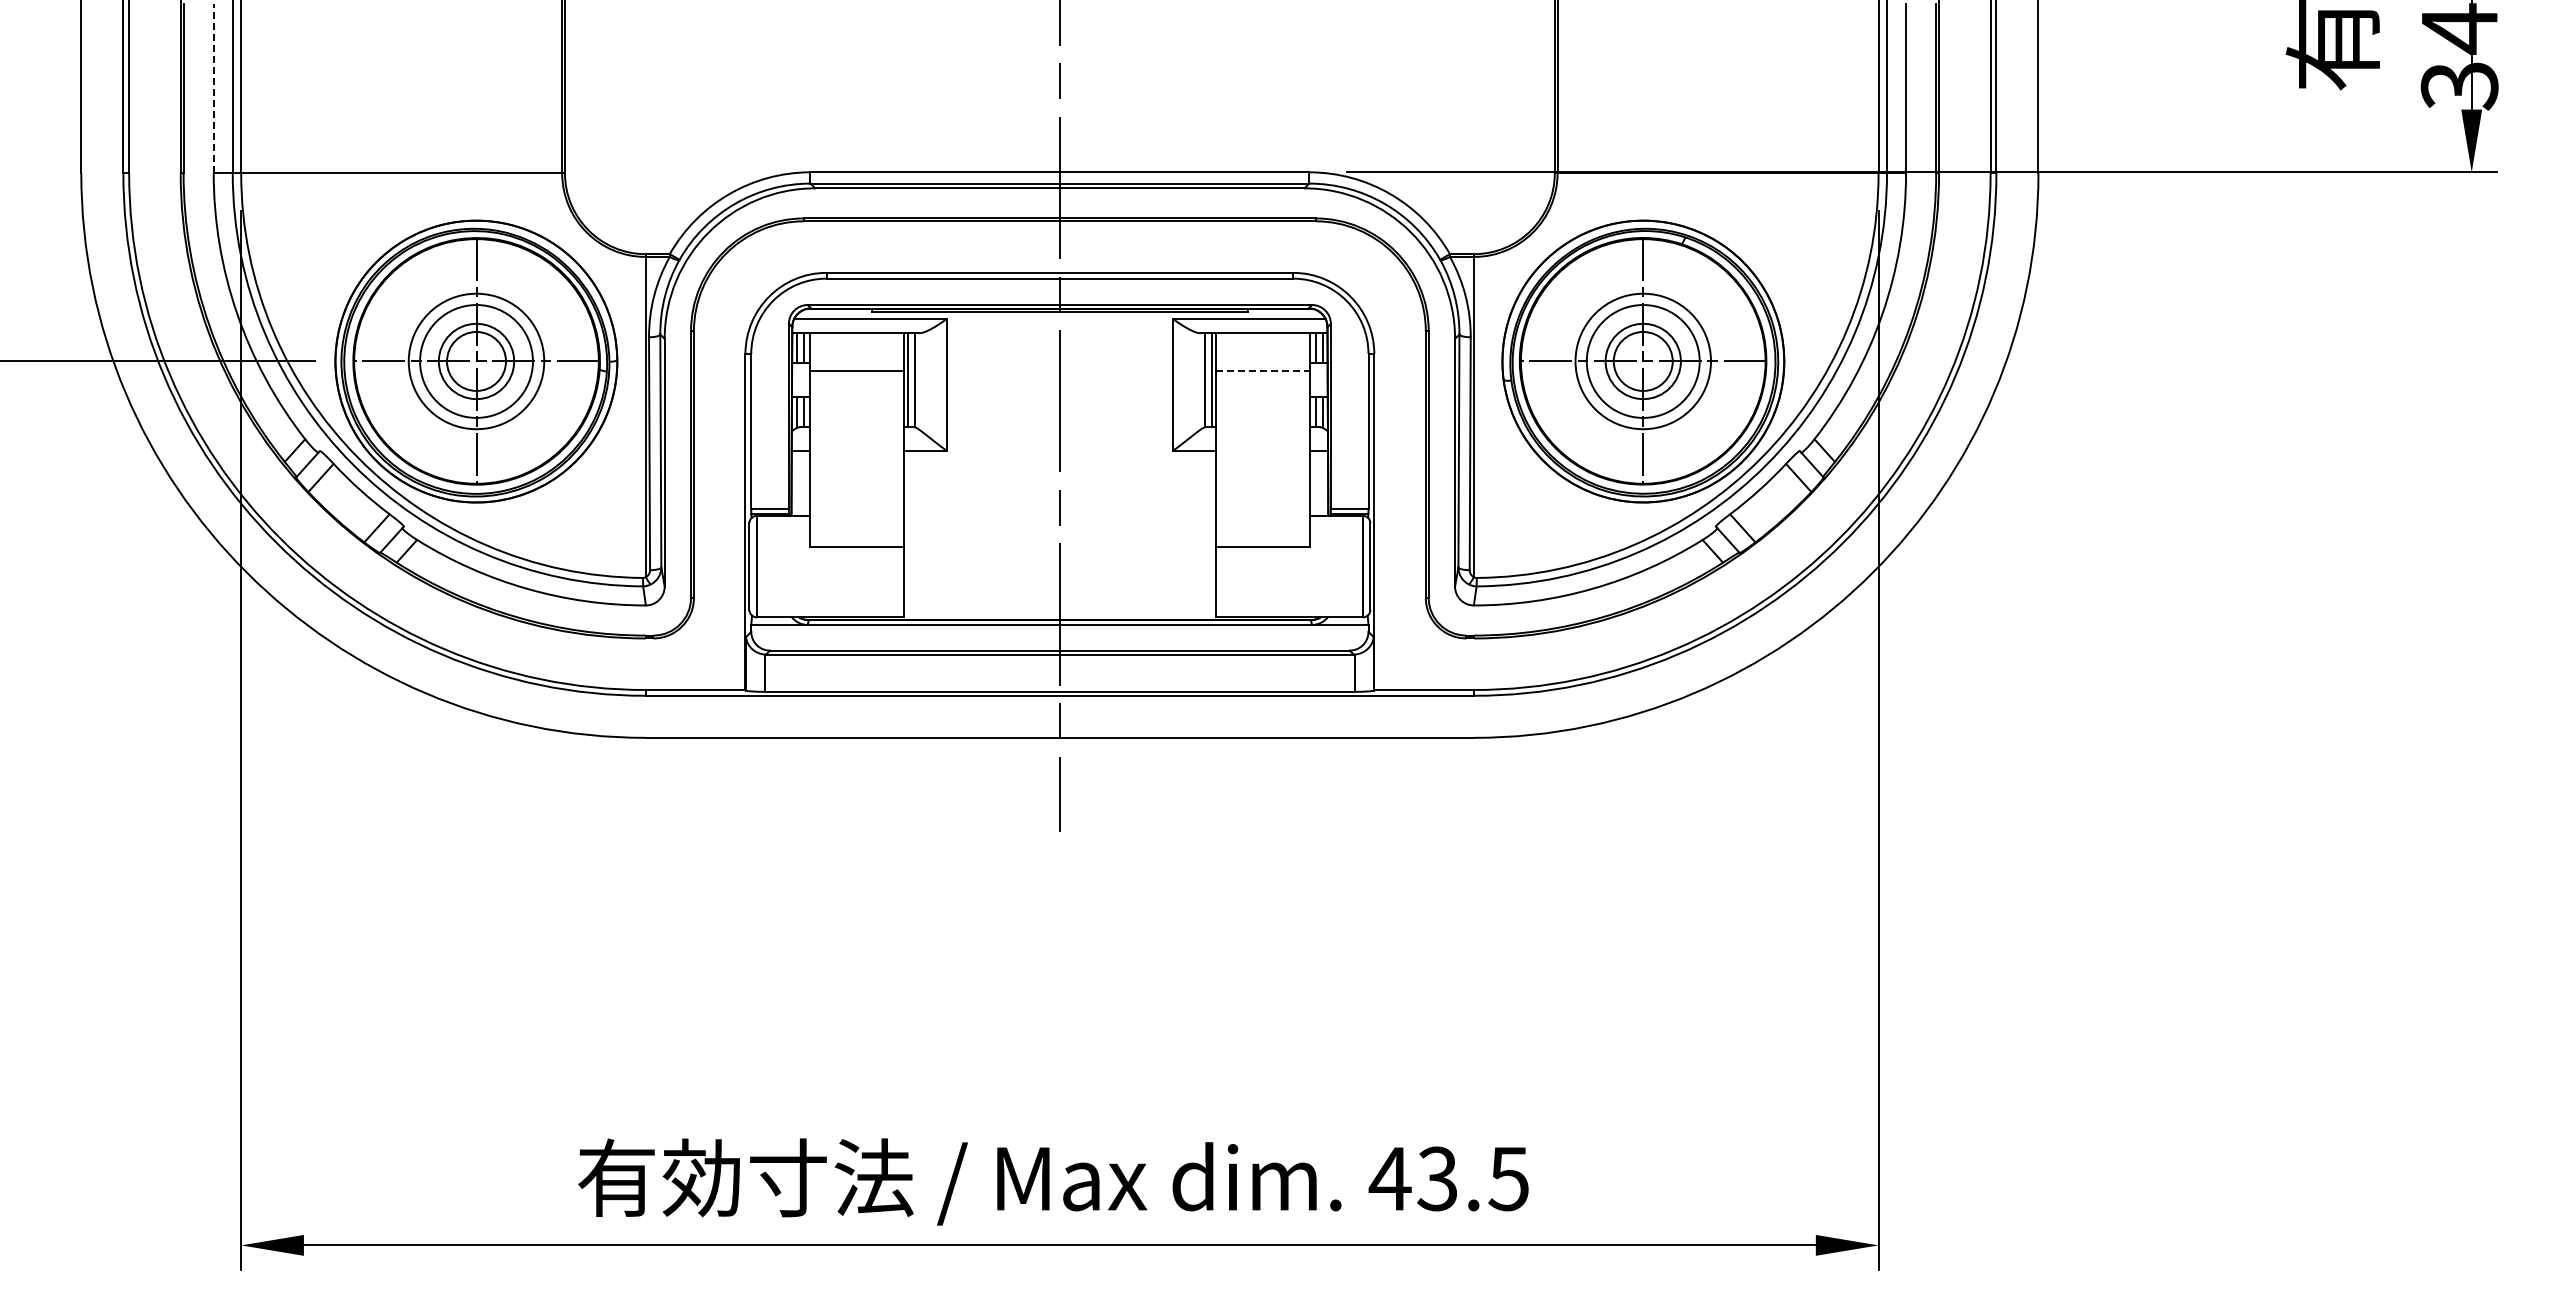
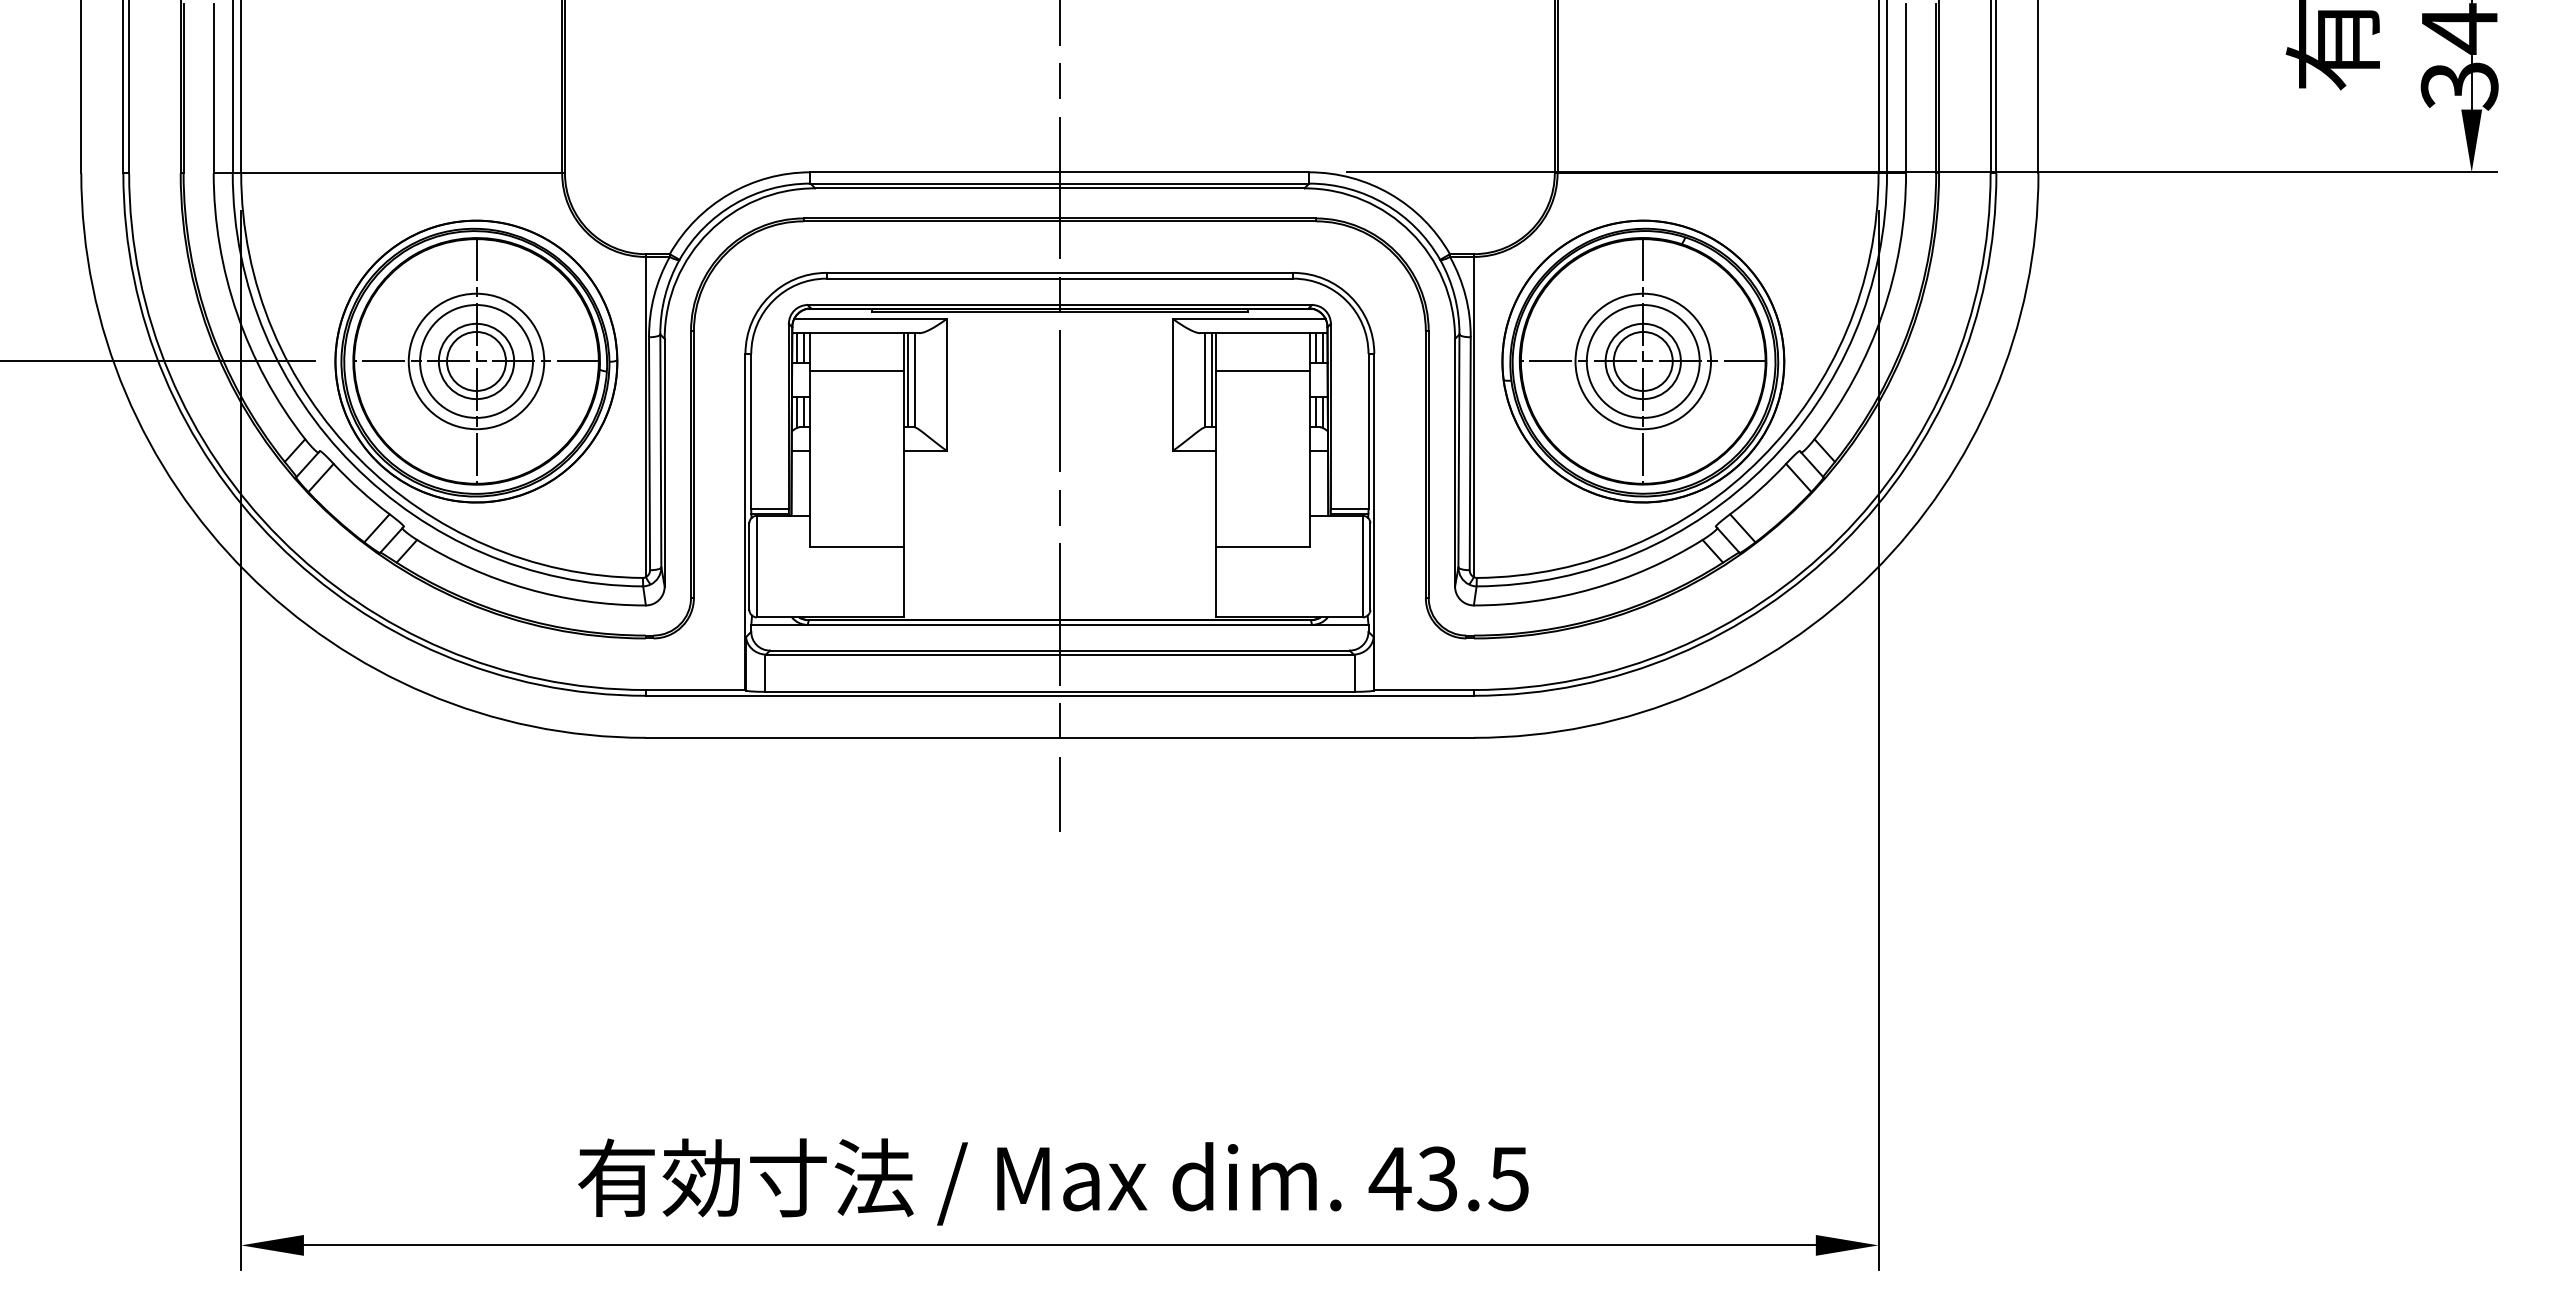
line at (213, 88): dashed -> solid
line at (1263, 370): dashed -> solid
